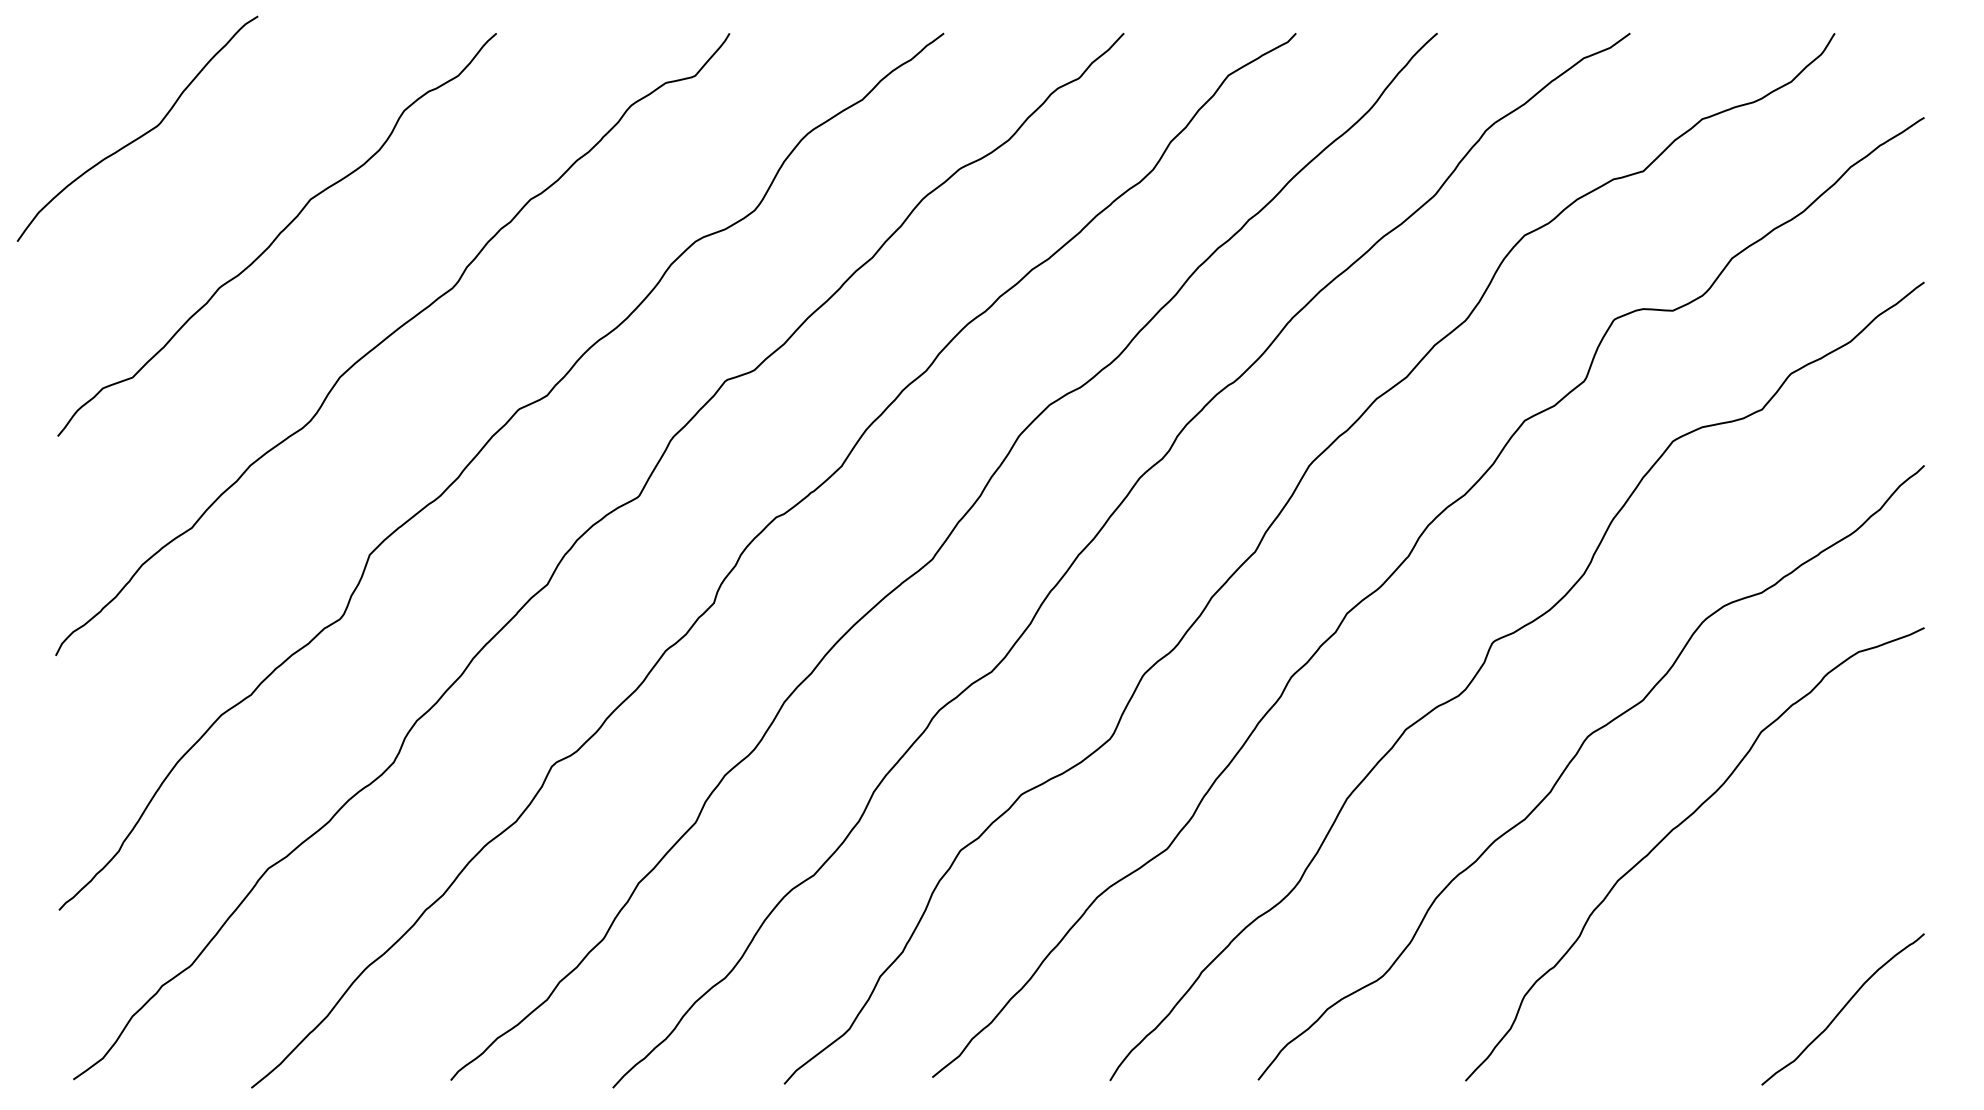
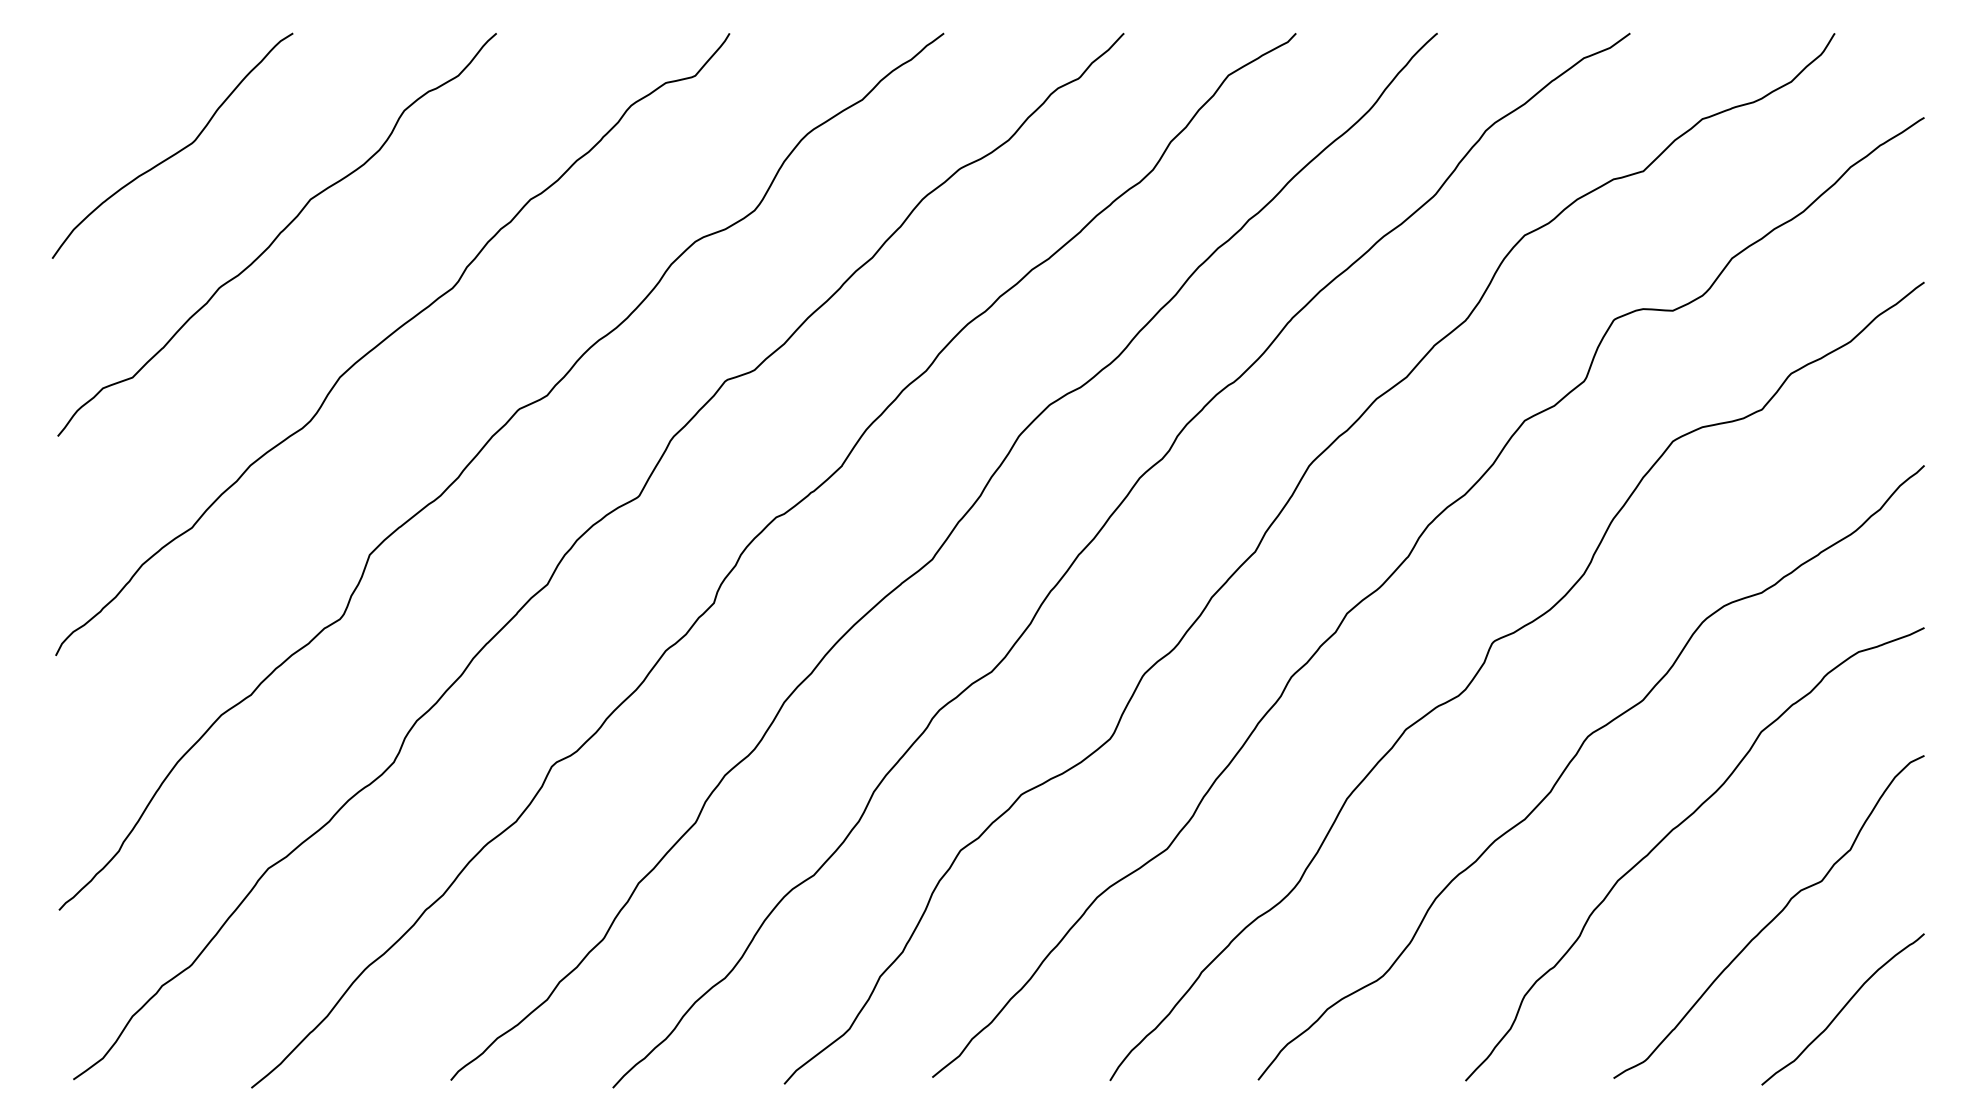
curve at (142, 134) position: (142, 134) -> (177, 151)
curve at (1770, 920): none -> present
